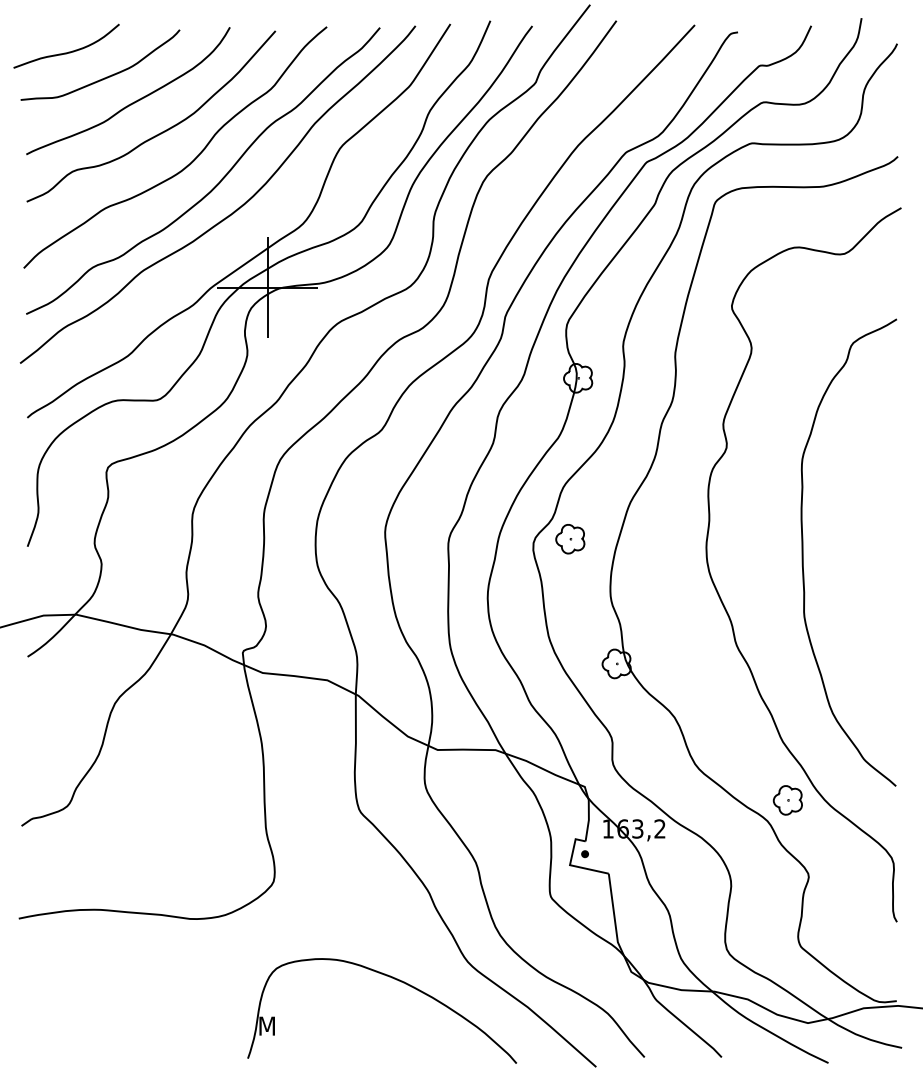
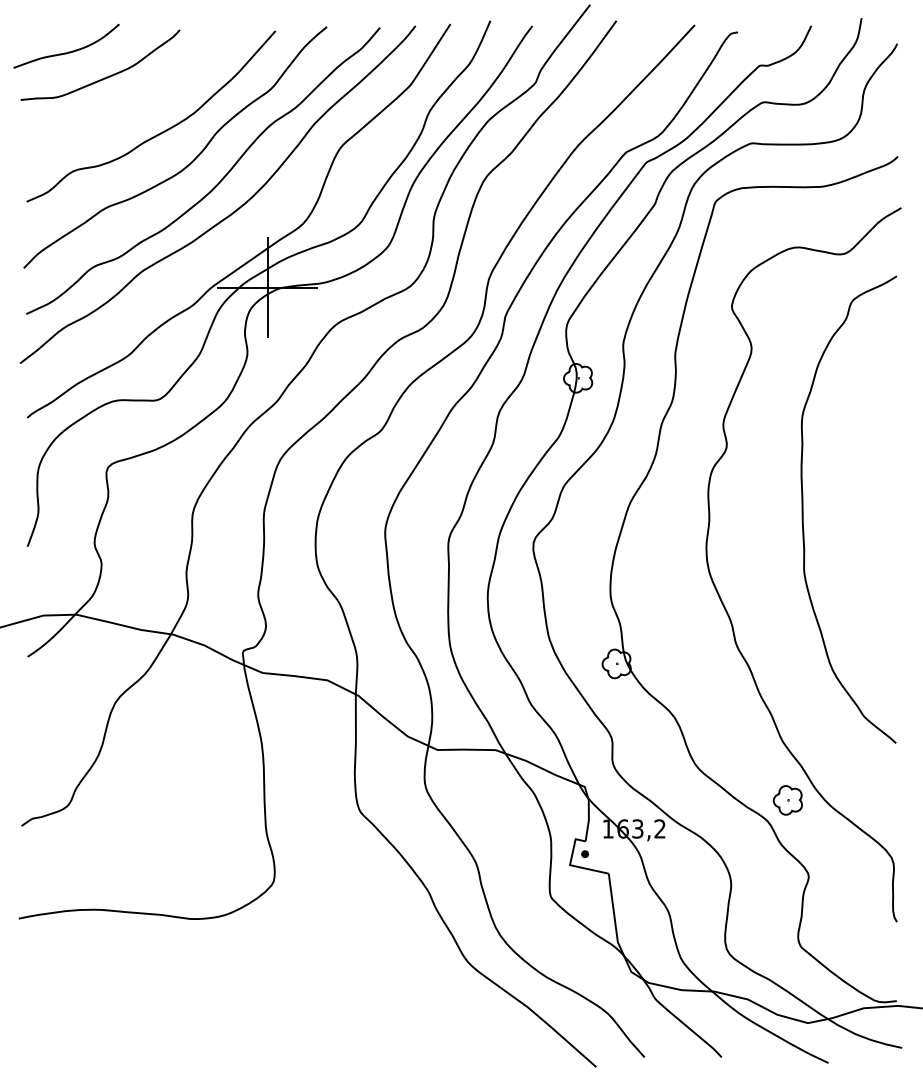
curve at (134, 101): present -> none
part at (570, 539): present -> none
curve at (803, 552) position: (803, 552) -> (803, 509)
part at (396, 980): present -> none
